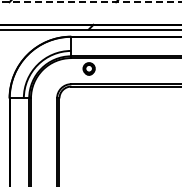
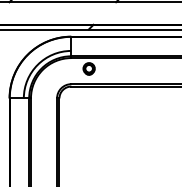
line at (90, 2): dashed -> solid
